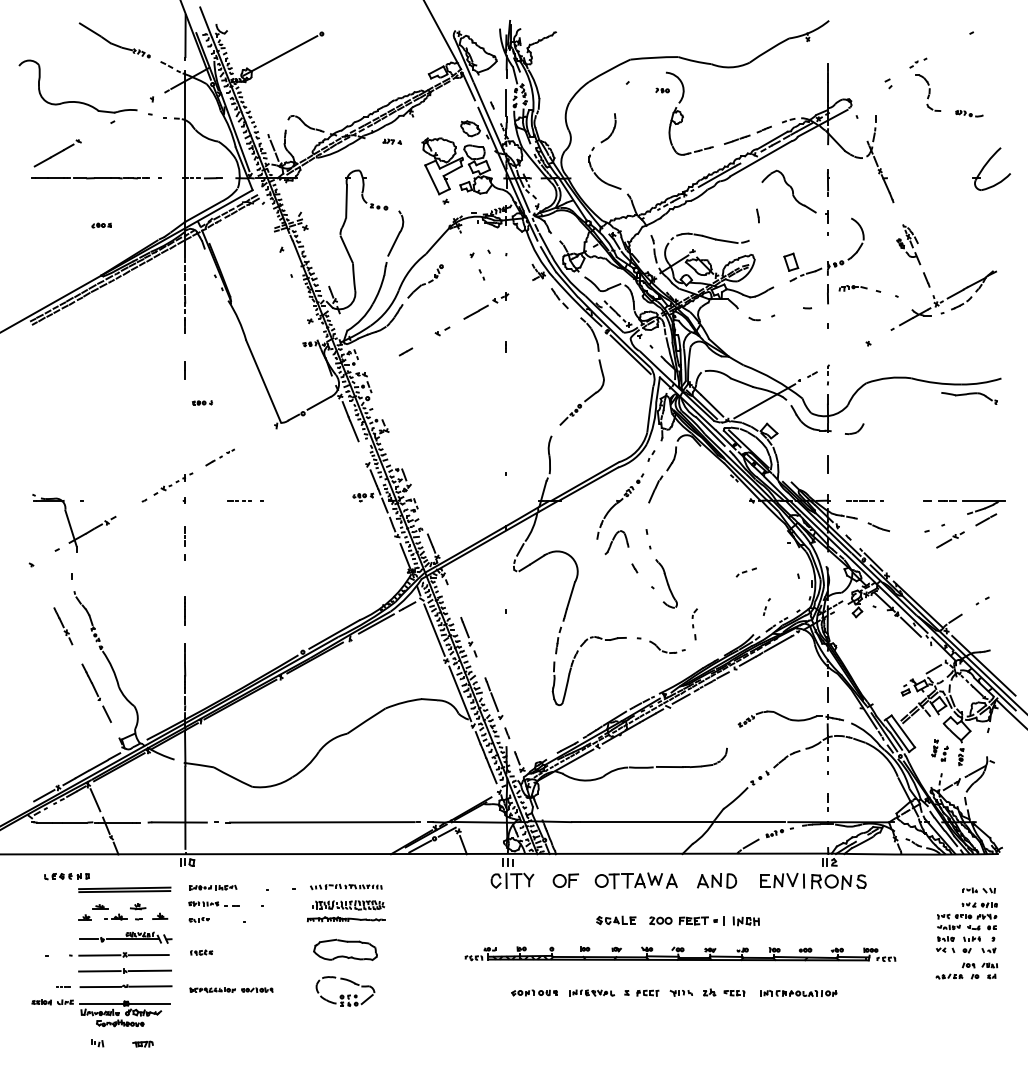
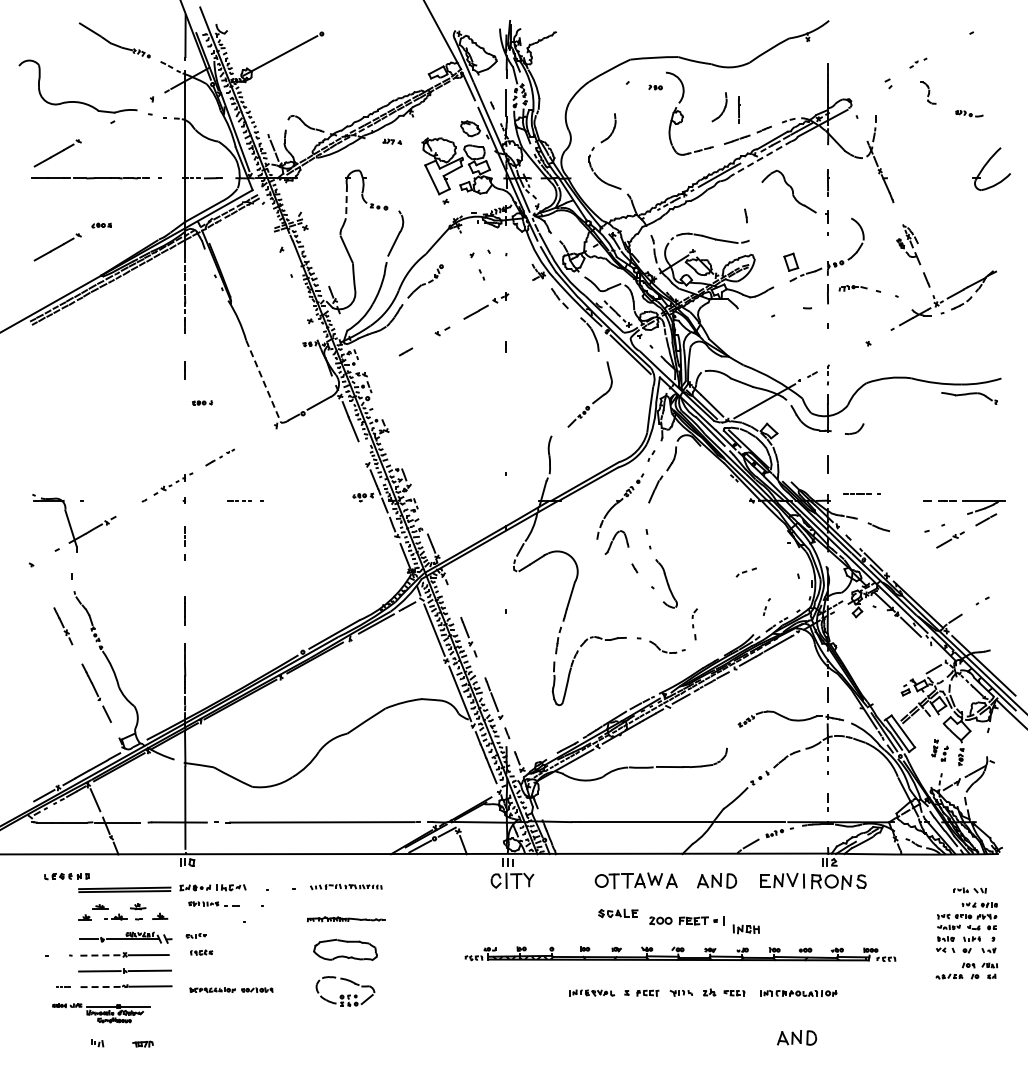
part at (662, 90) position: (662, 90) -> (655, 87)
part at (928, 92) size: 27x38 px -> 17x24 px
part at (719, 107): none -> present
line at (739, 109): none -> present
line at (760, 158): solid -> dashed
line at (346, 201): solid -> dashed
line at (757, 215) position: (757, 215) -> (745, 215)
part at (57, 247): none -> present
part at (754, 318): present -> none
line at (263, 381): solid -> dashed
part at (585, 399) position: (585, 399) -> (593, 401)
line at (864, 500) position: (864, 500) -> (861, 493)
part at (565, 880): present -> none
part at (213, 887) size: 49x7 px -> 68x8 px
part at (978, 890) position: (978, 890) -> (969, 890)
part at (348, 905): present -> none
part at (198, 919) position: (198, 919) -> (195, 935)
part at (616, 920) position: (616, 920) -> (618, 913)
part at (745, 921) position: (745, 921) -> (745, 929)
line at (99, 955): solid -> dashed
line at (101, 987): solid -> dashed
part at (534, 992): present -> none
part at (100, 1013) size: 140x29 px -> 99x21 px
part at (797, 1037): none -> present
